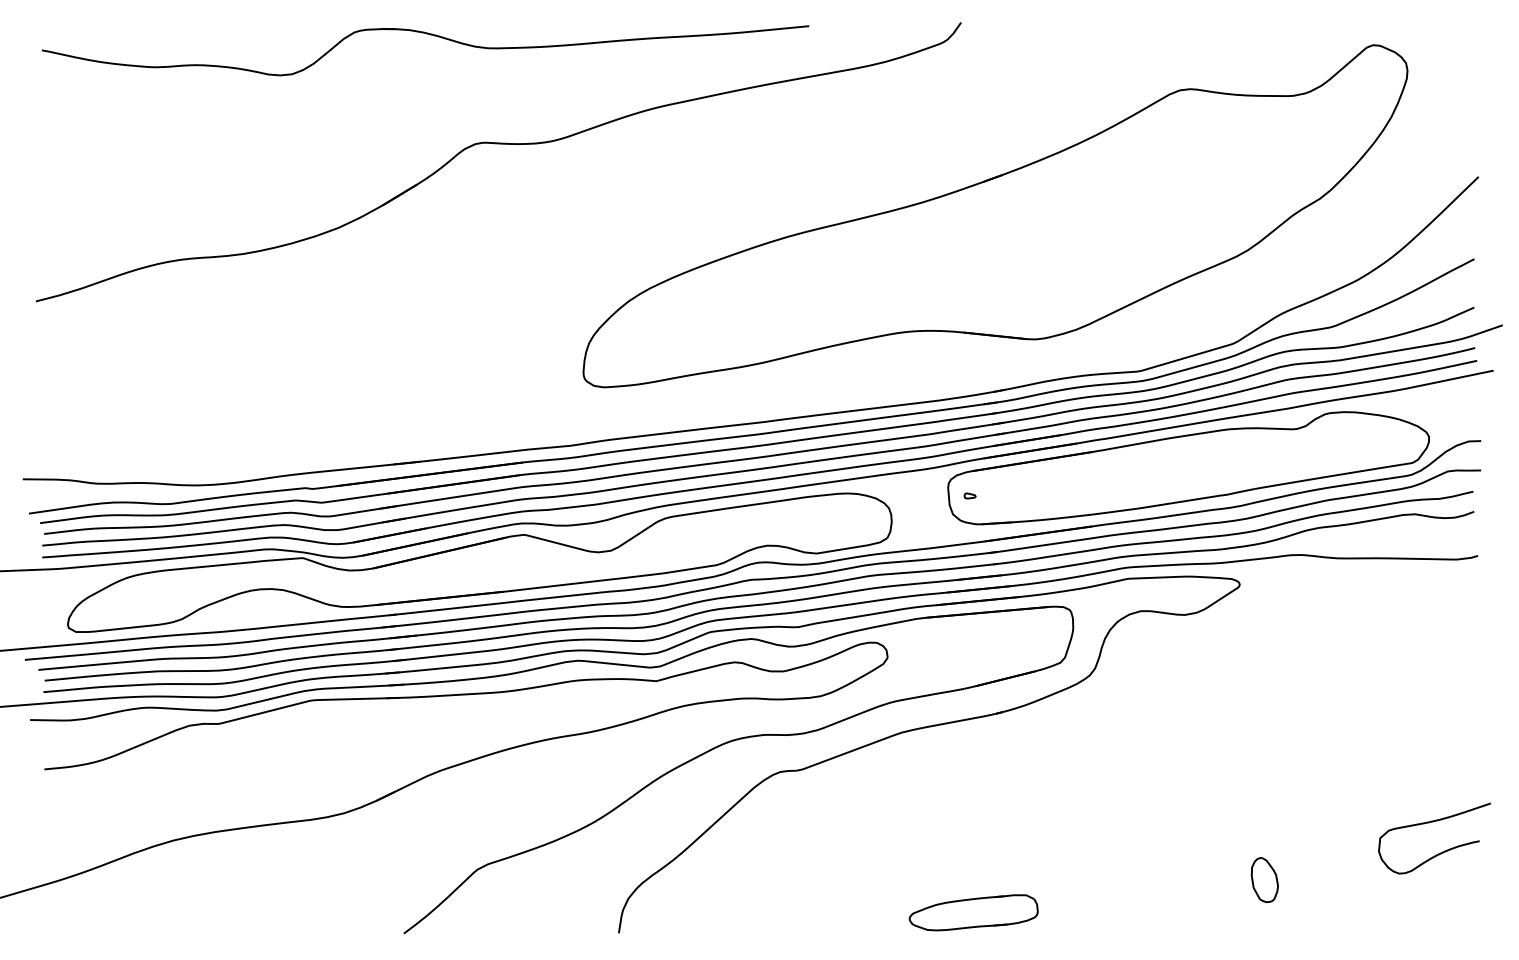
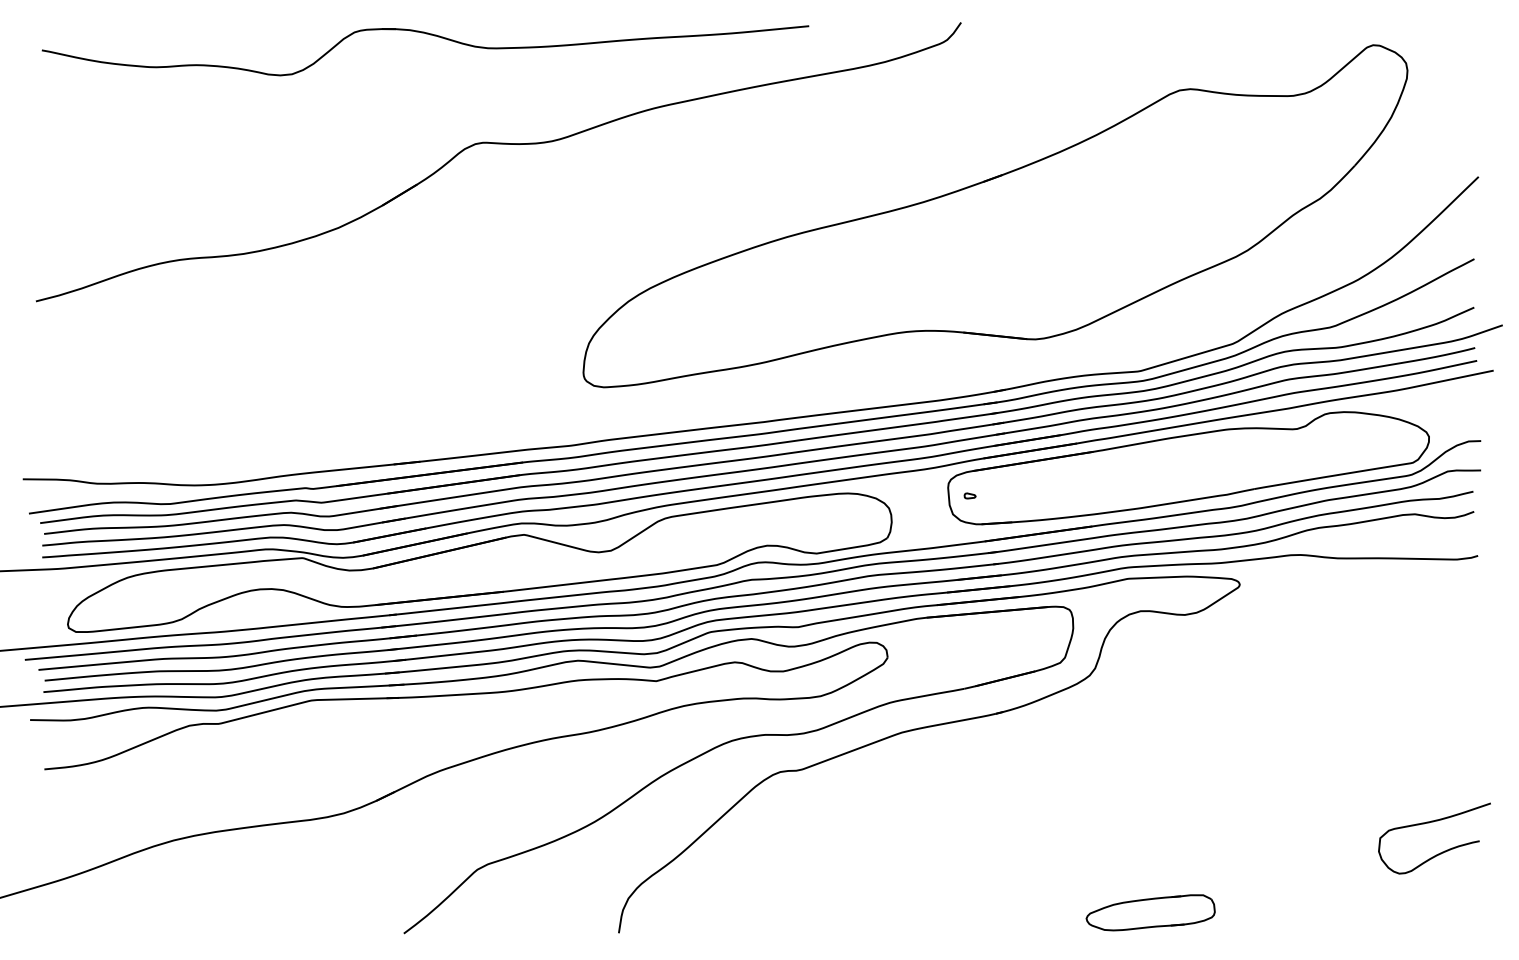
part at (1264, 880): present -> none
part at (973, 912) position: (973, 912) -> (1150, 912)
